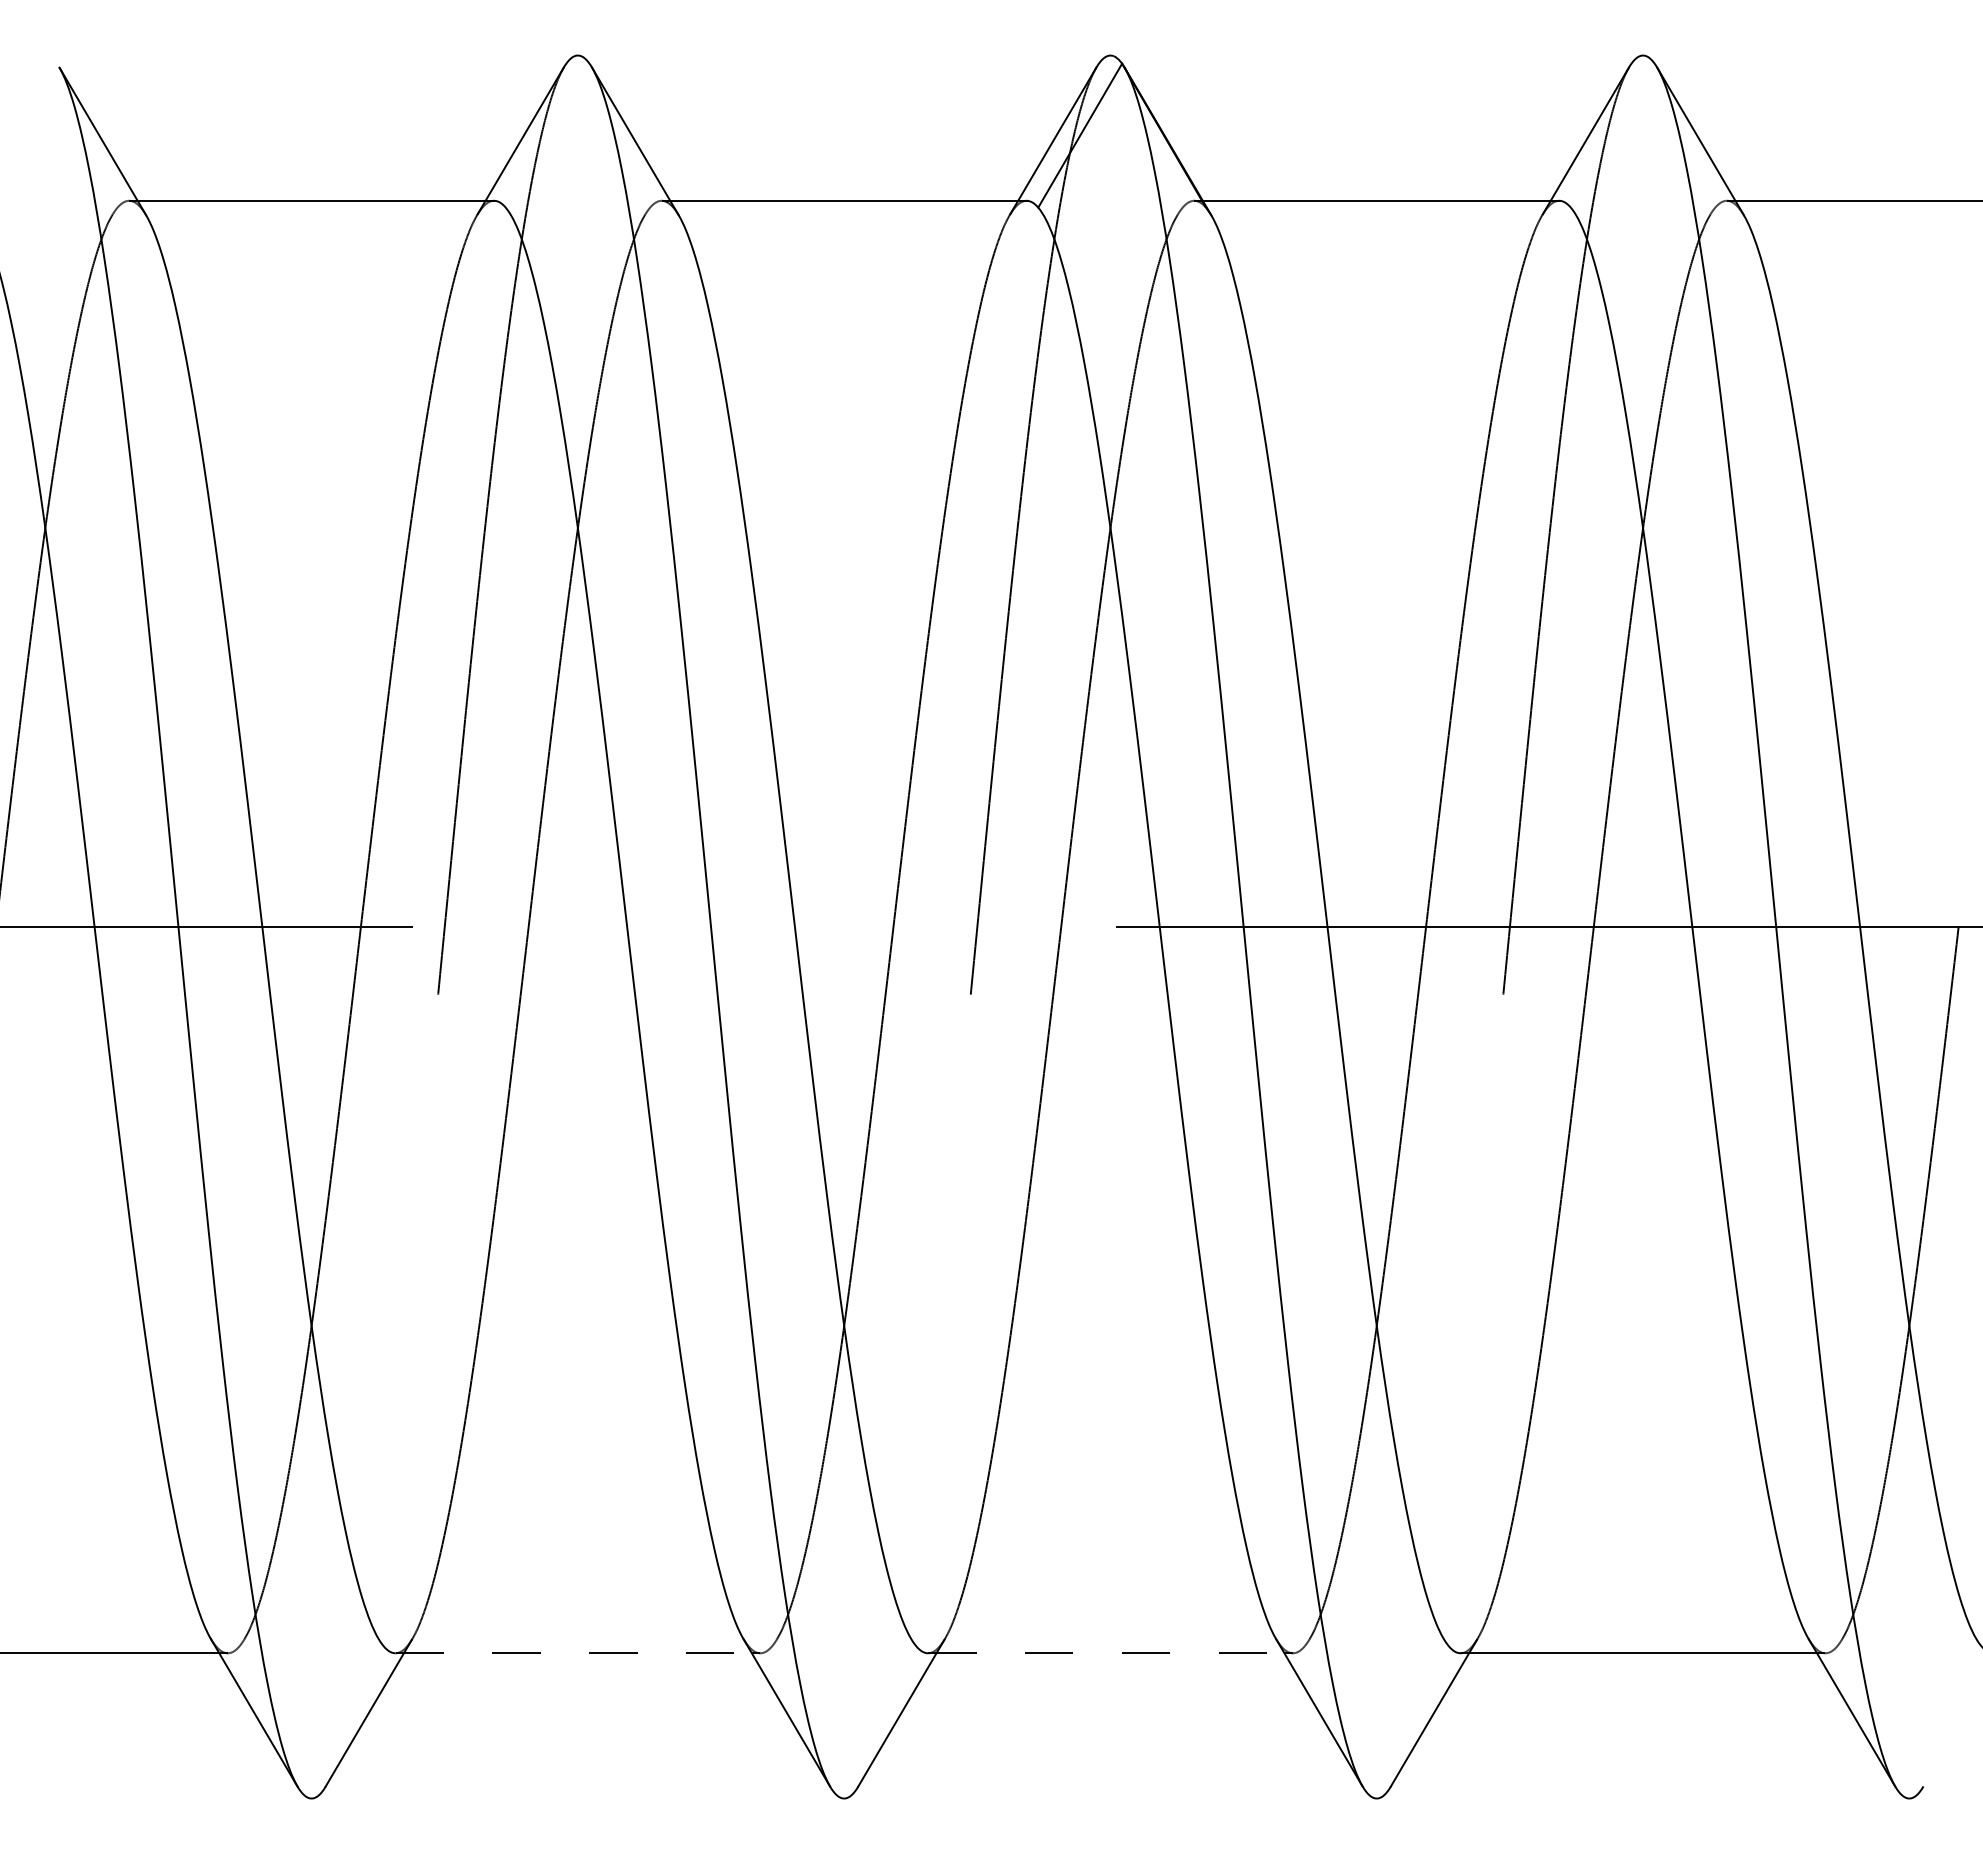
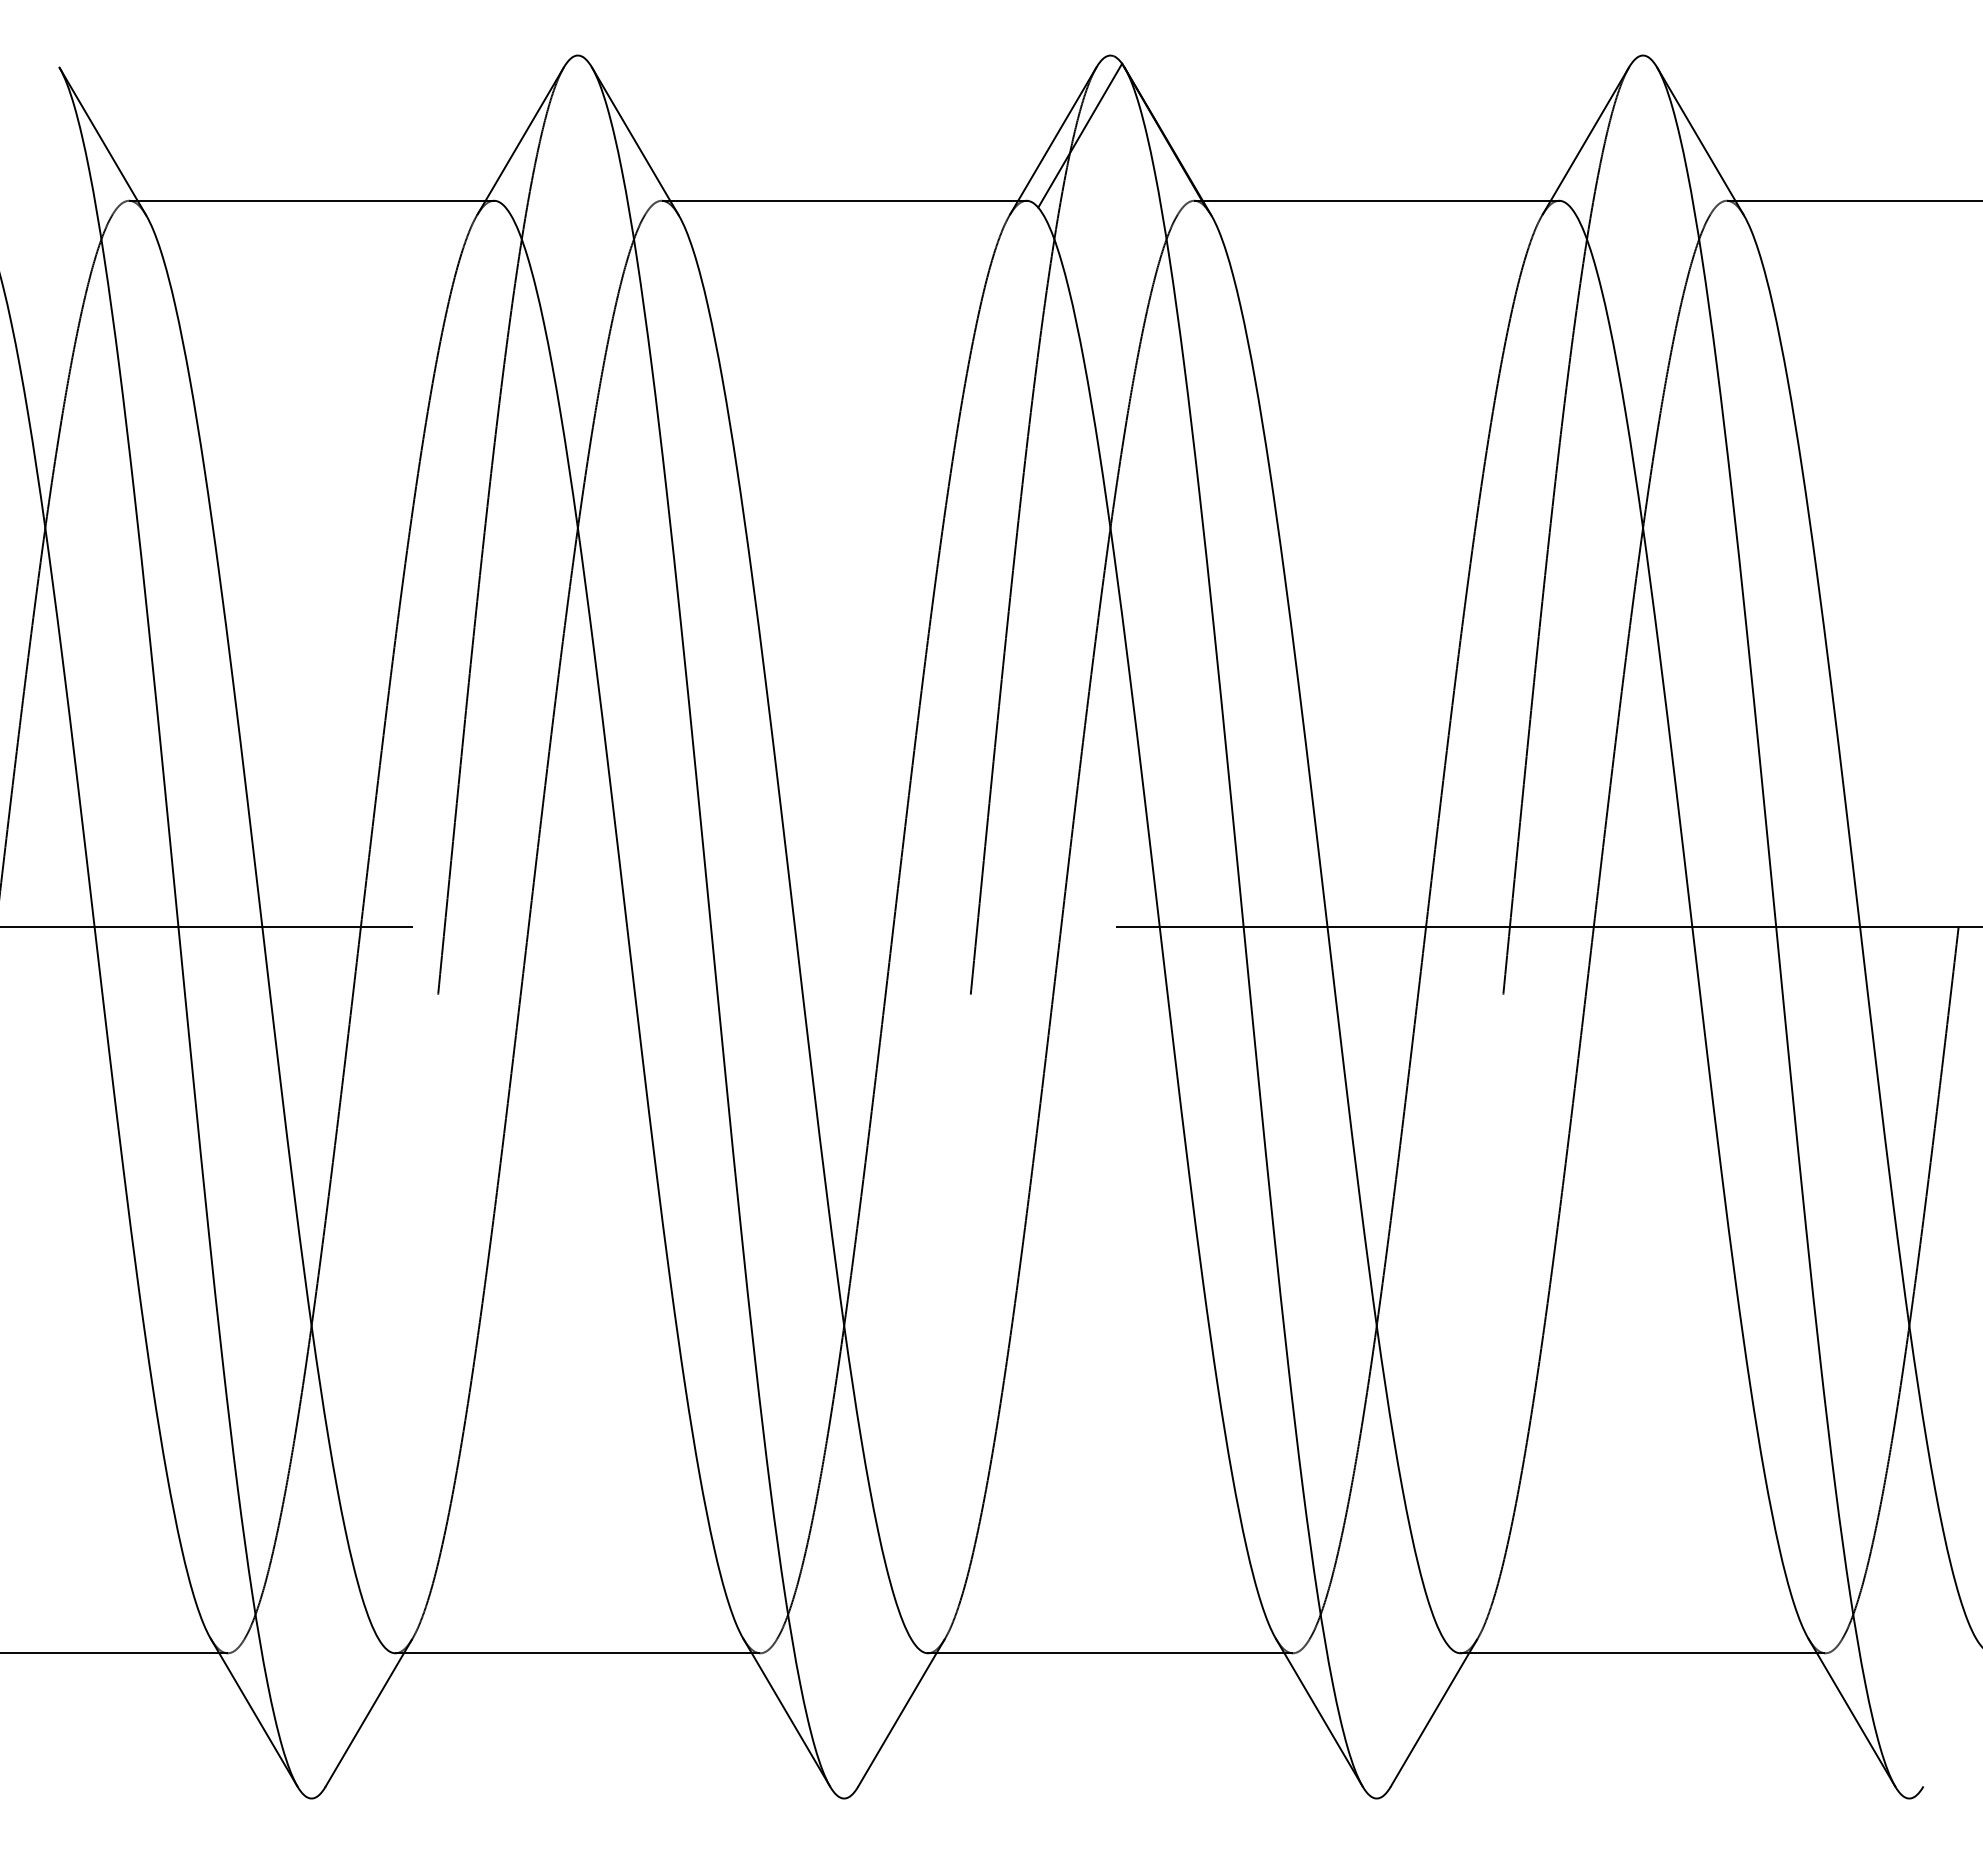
line at (574, 1653): dashed -> solid
line at (1106, 1653): dashed -> solid
